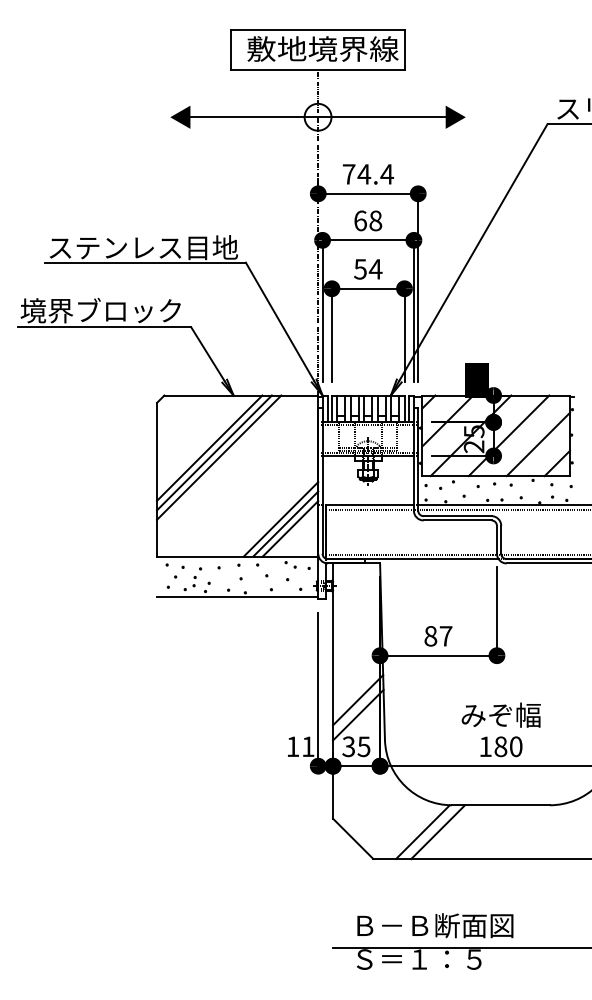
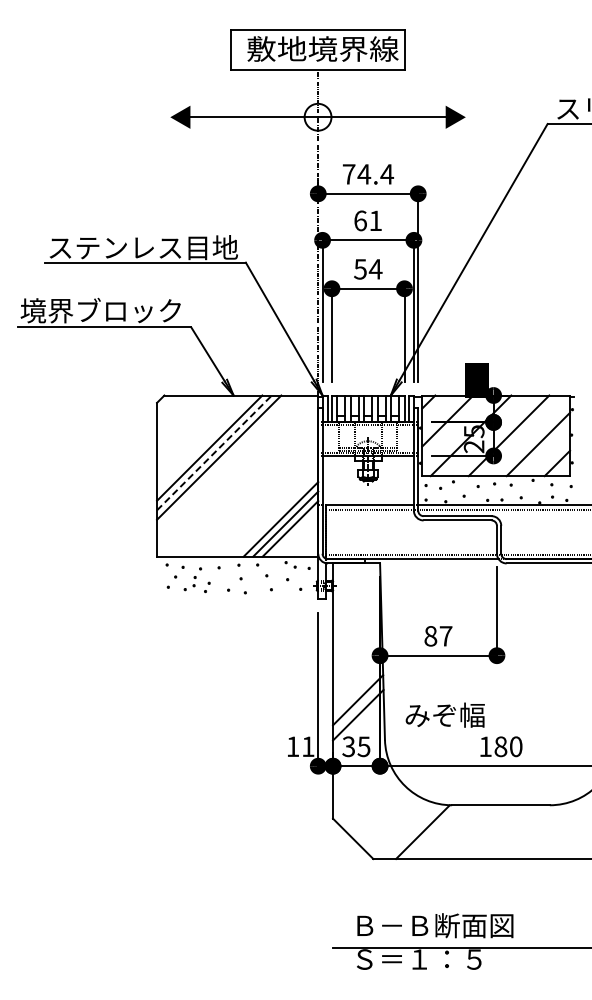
text at (375, 220): 68 -> 61
line at (214, 452): solid -> dashed
line at (237, 597): present -> none
text at (500, 714) position: (500, 714) -> (444, 714)
line at (438, 832): present -> none
